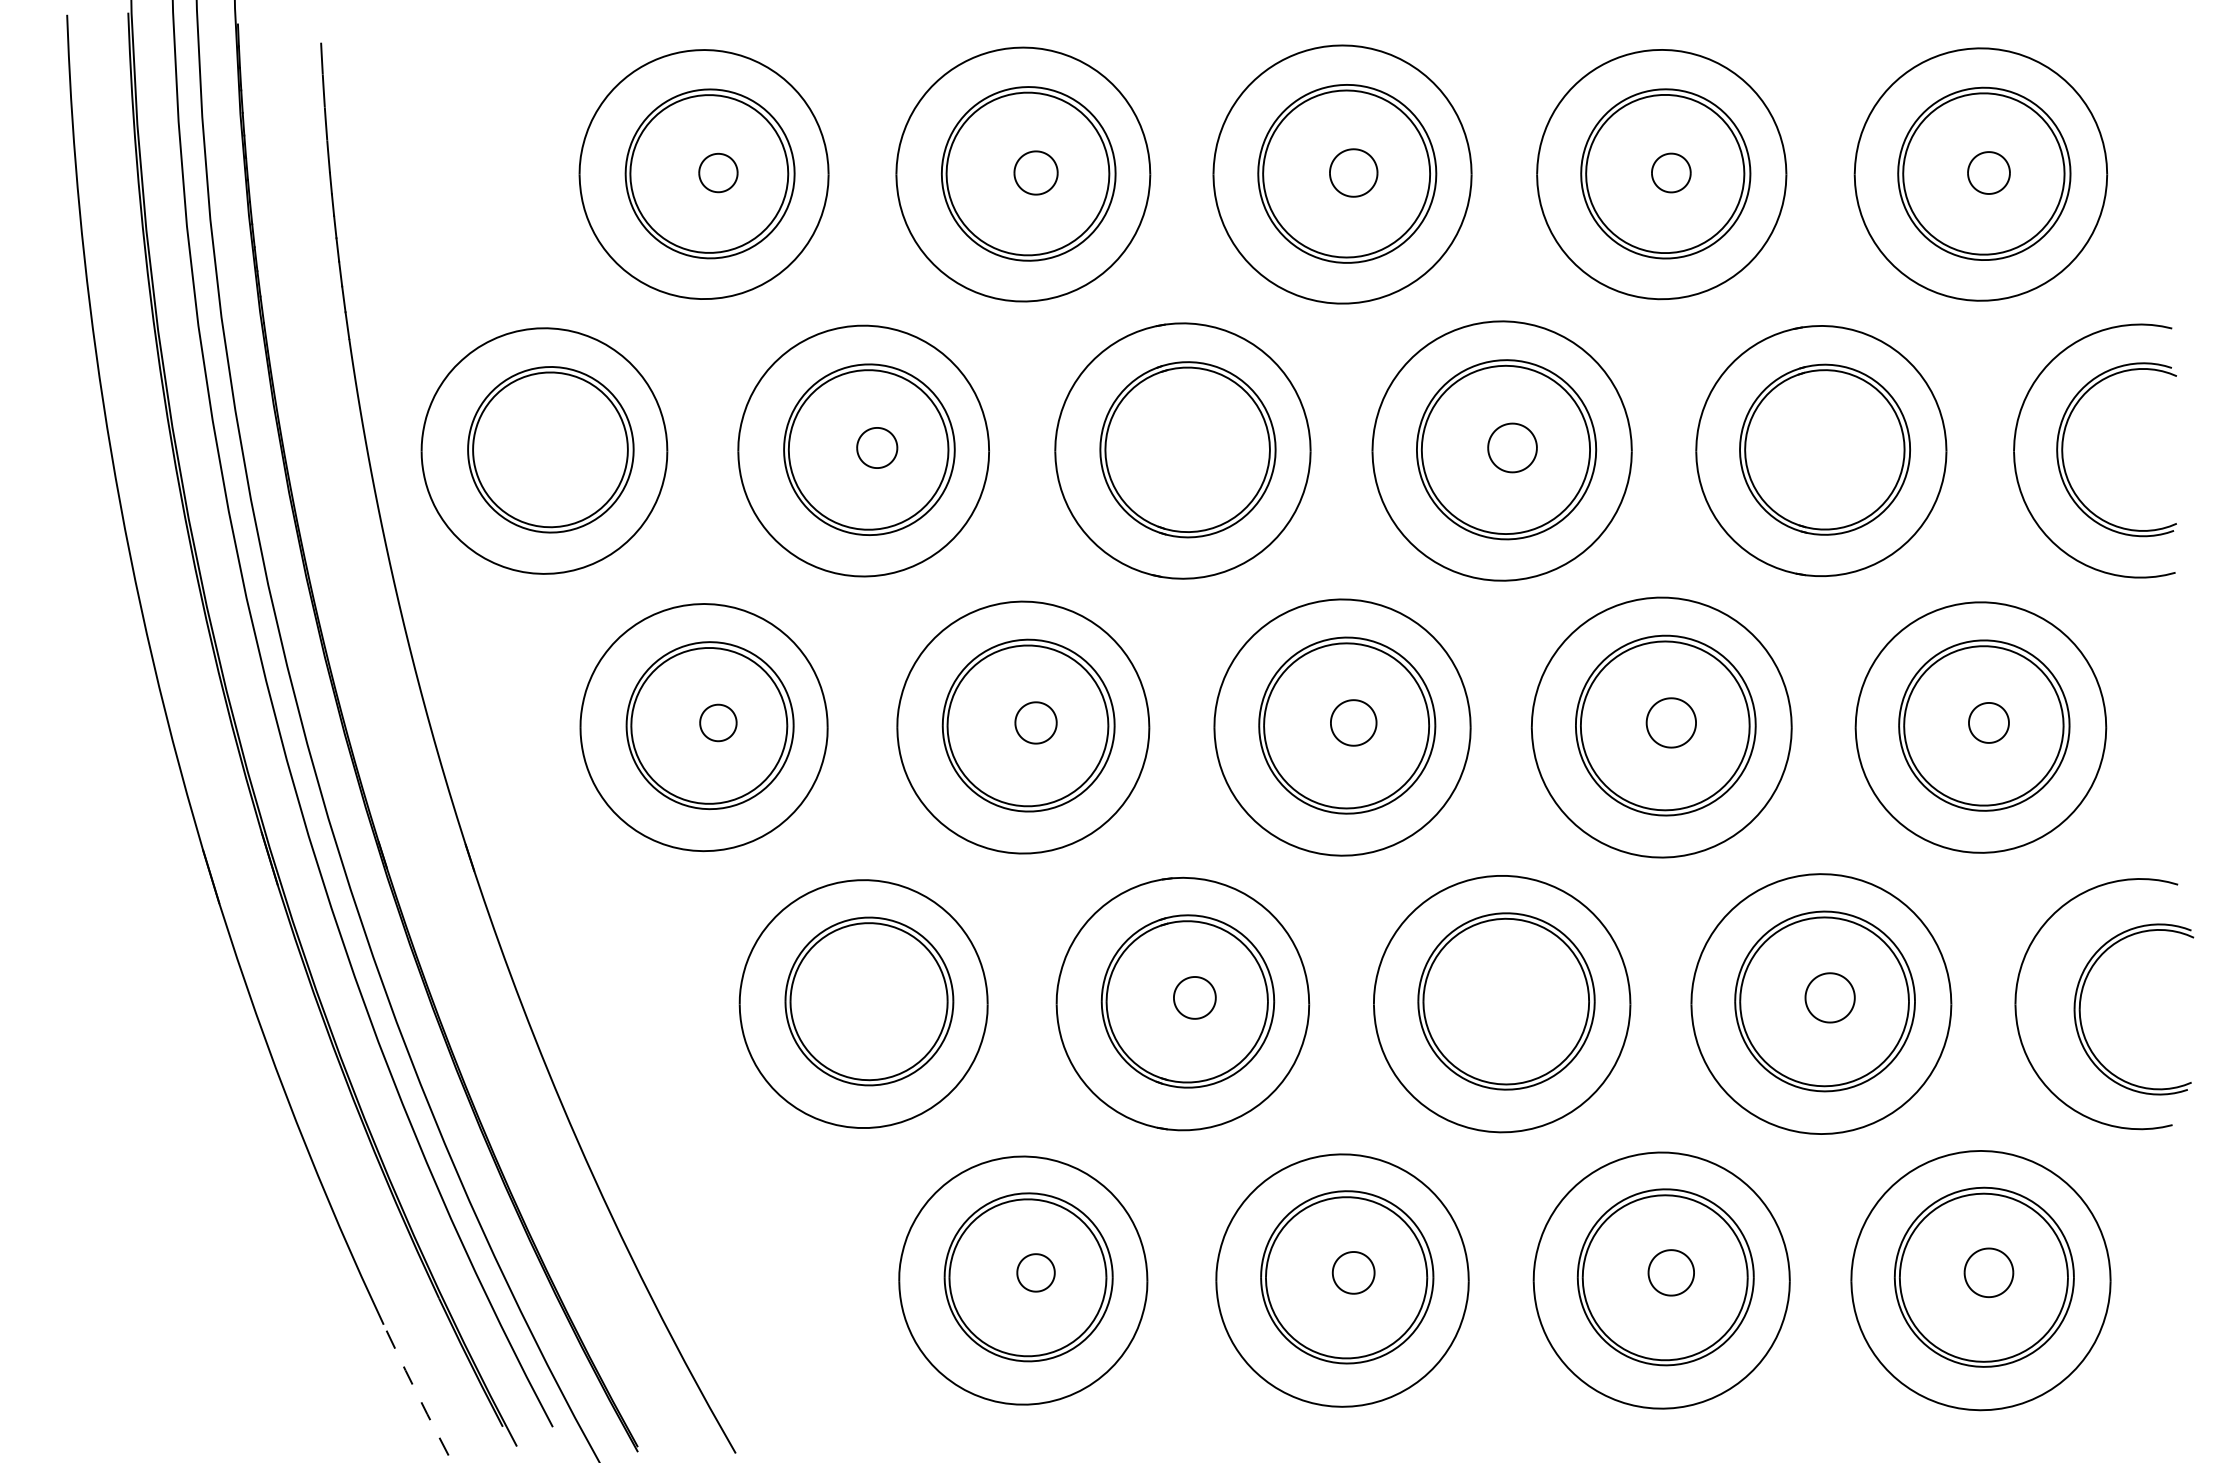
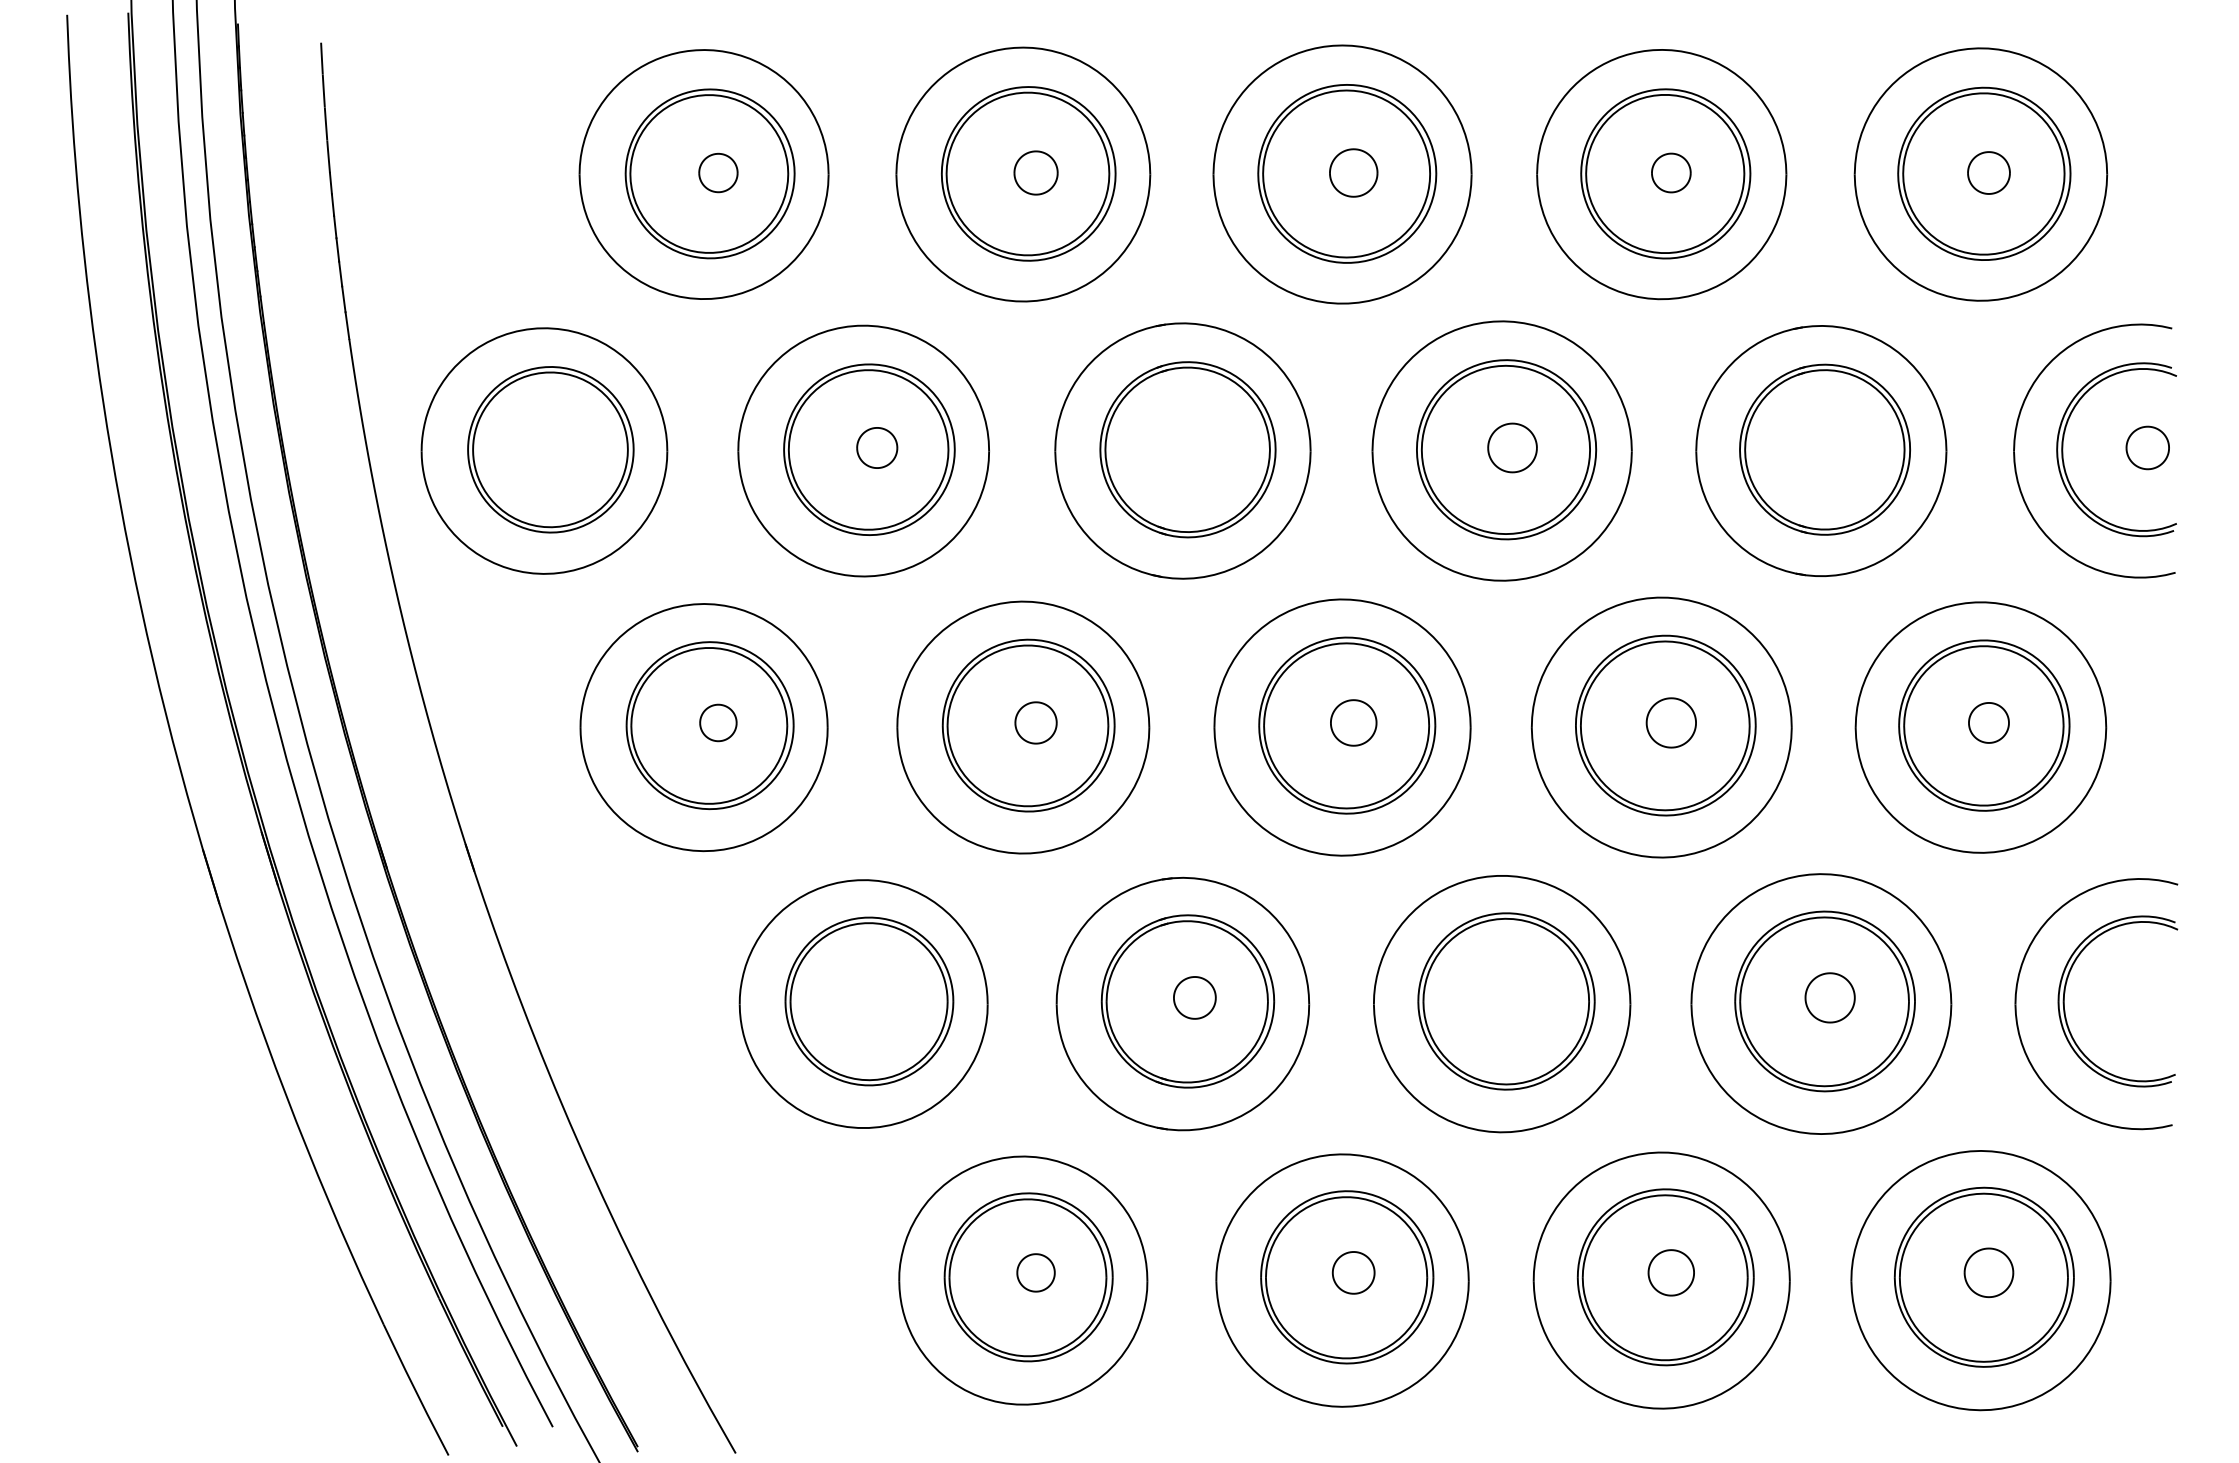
part at (2147, 447): none -> present
part at (2081, 1001) position: (2081, 1001) -> (2065, 993)
line at (415, 1390): dashed -> solid
